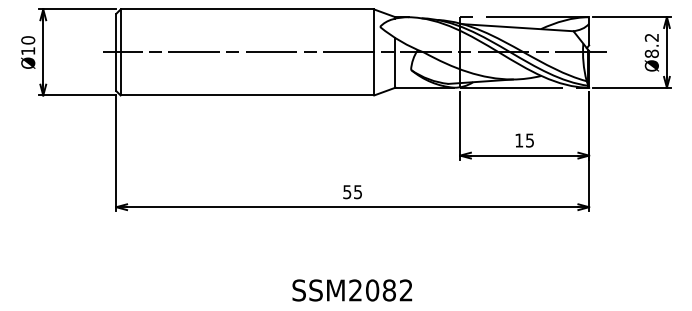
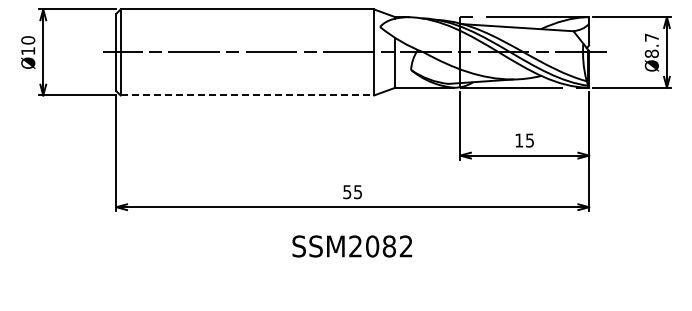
text at (651, 37): Ø8.2 -> Ø8.7
line at (247, 95): solid -> dashed
text at (352, 290) position: (352, 290) -> (352, 246)
